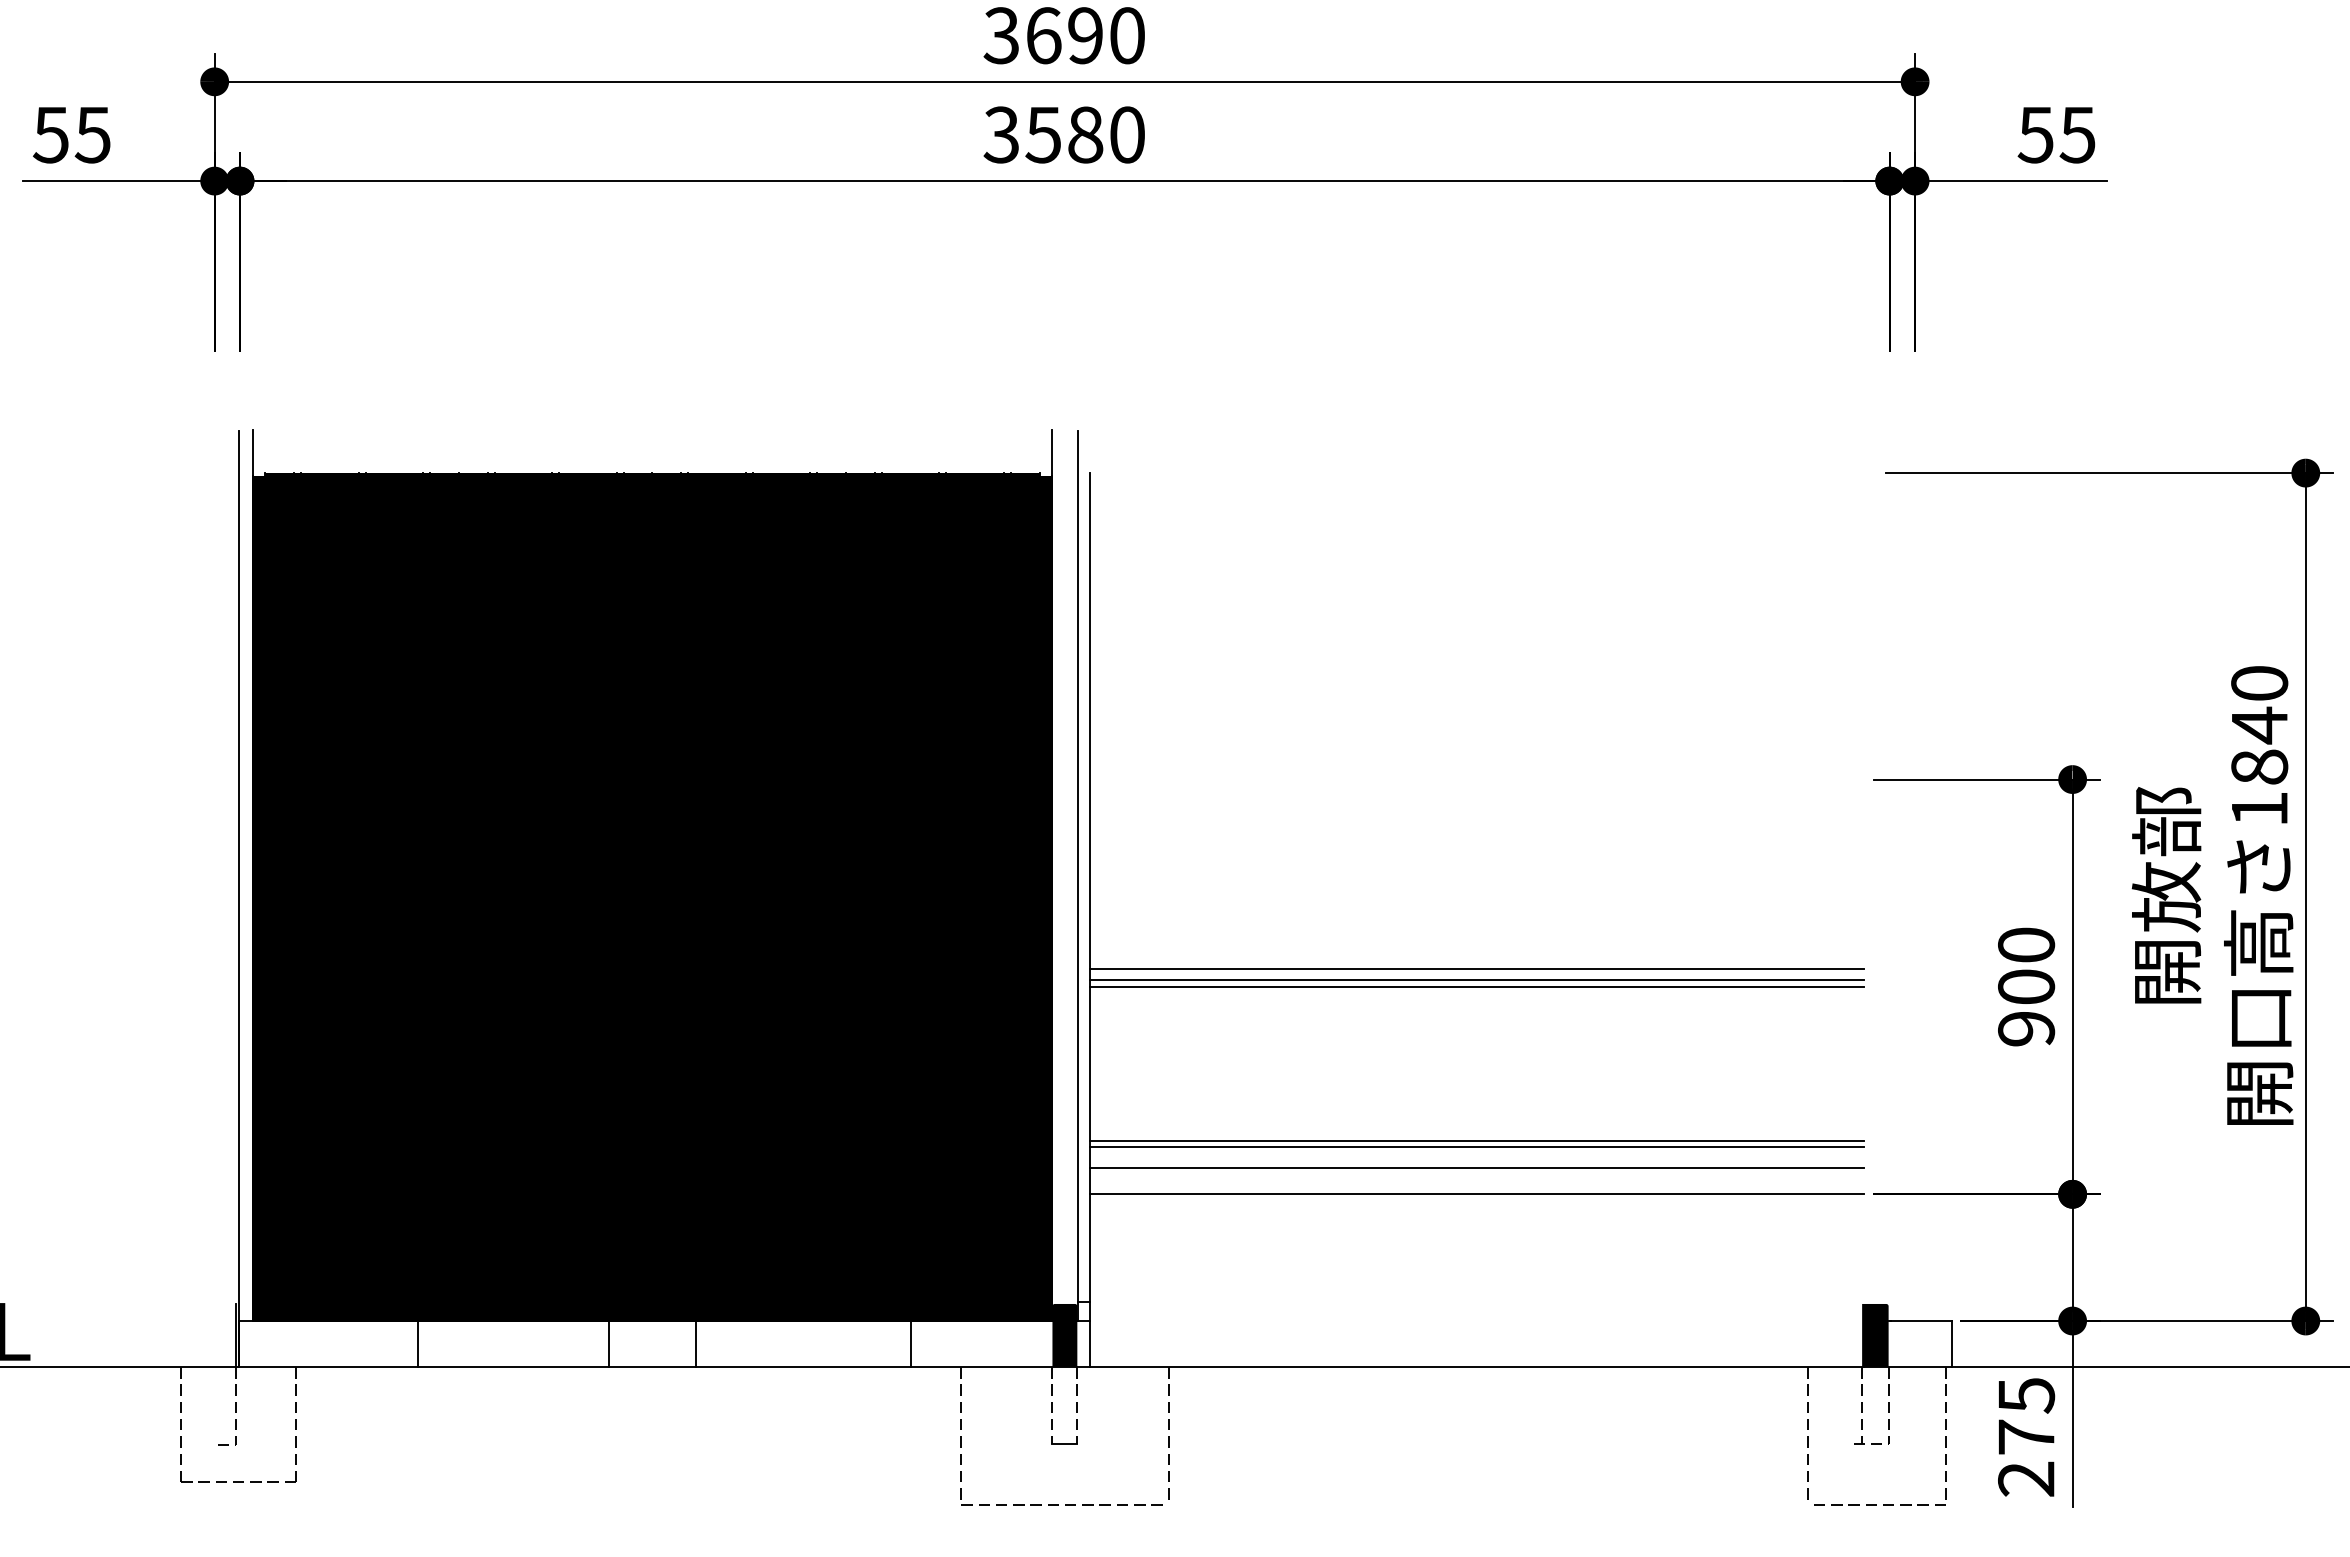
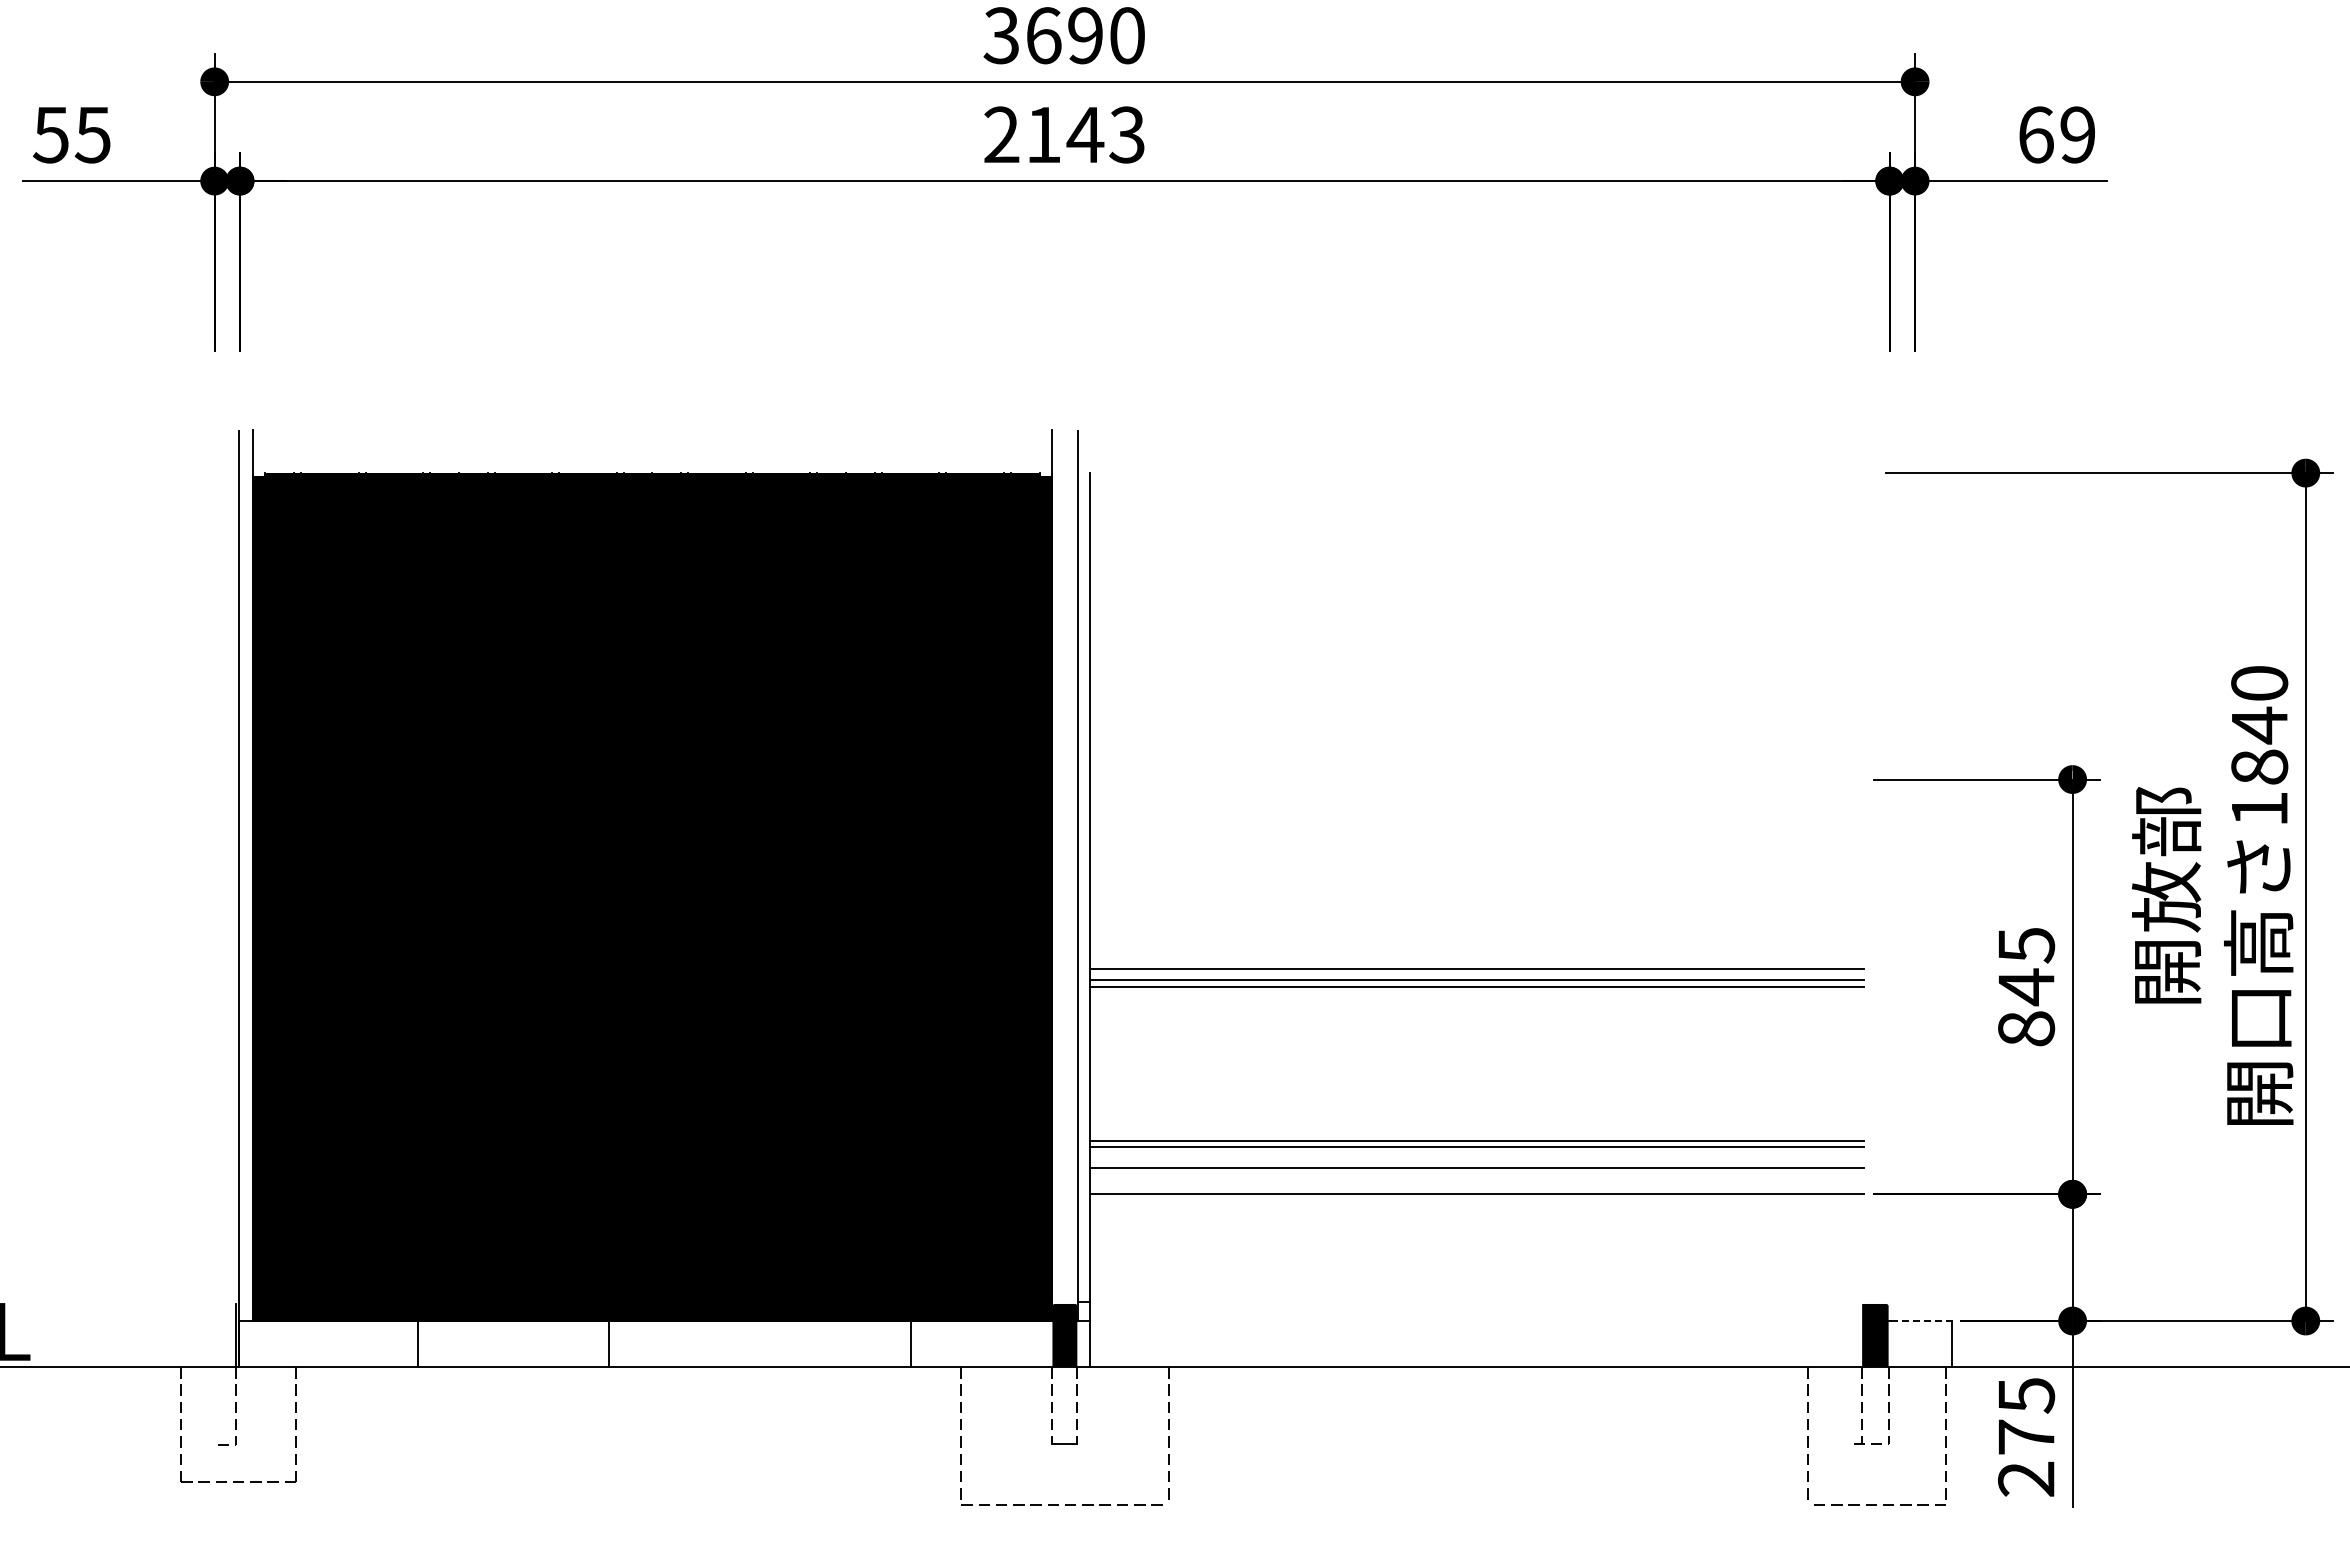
text at (1063, 134): 3580 -> 2143
text at (2056, 134): 55 -> 69
text at (2026, 986): 900 -> 845
line at (1922, 1321): solid -> dashed
line at (696, 1344): present -> none
